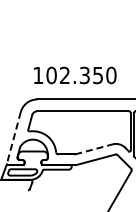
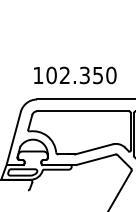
line at (13, 137): dashed -> solid
line at (94, 149): dashed -> solid
